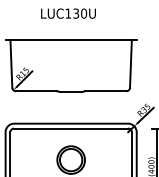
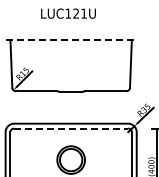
text at (80, 13): LUC130U -> LUC121U
line at (71, 40): solid -> dashed
line at (71, 128): solid -> dashed
